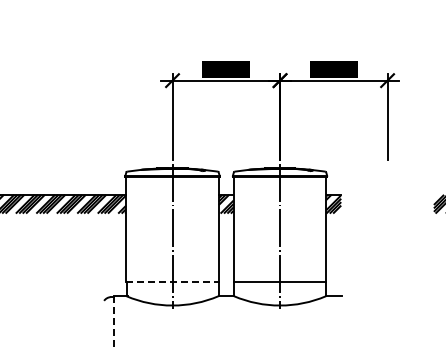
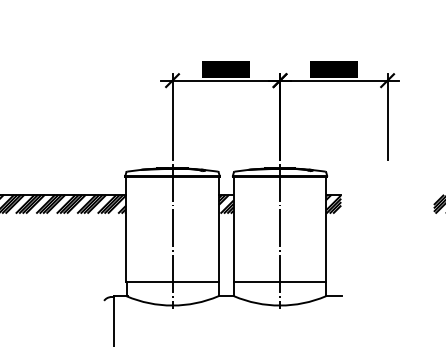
line at (173, 282): dashed -> solid
line at (113, 321): dashed -> solid
